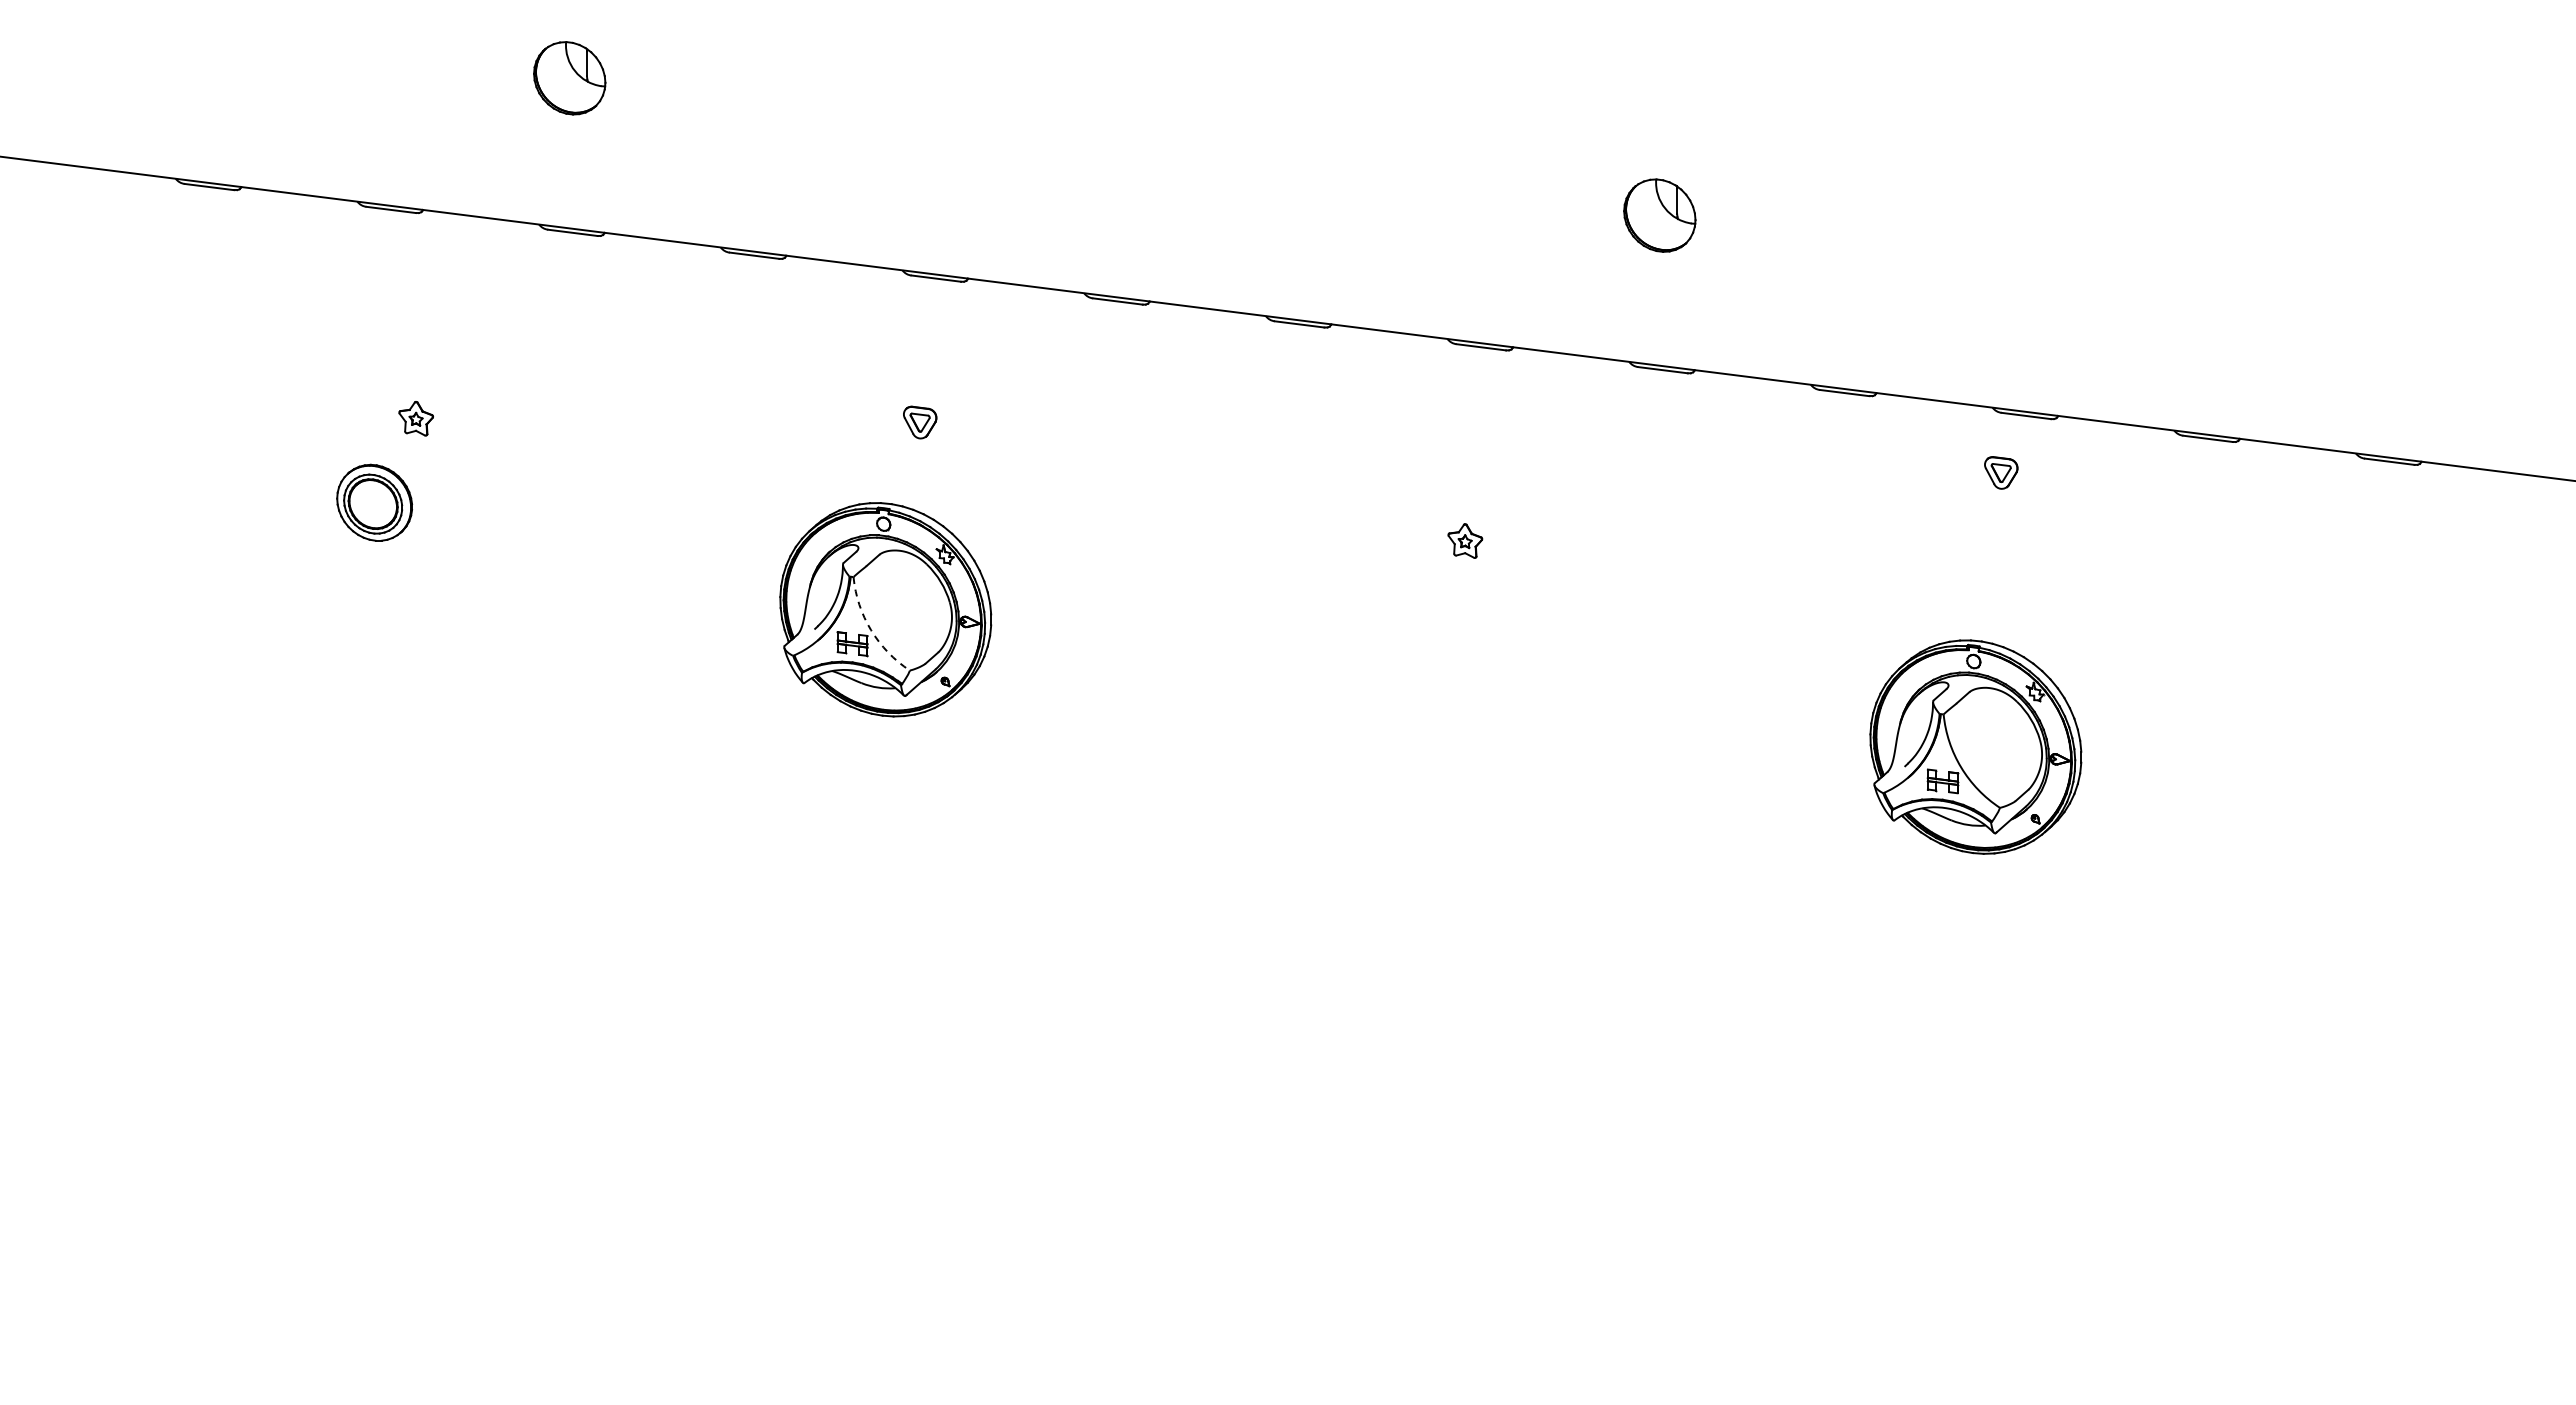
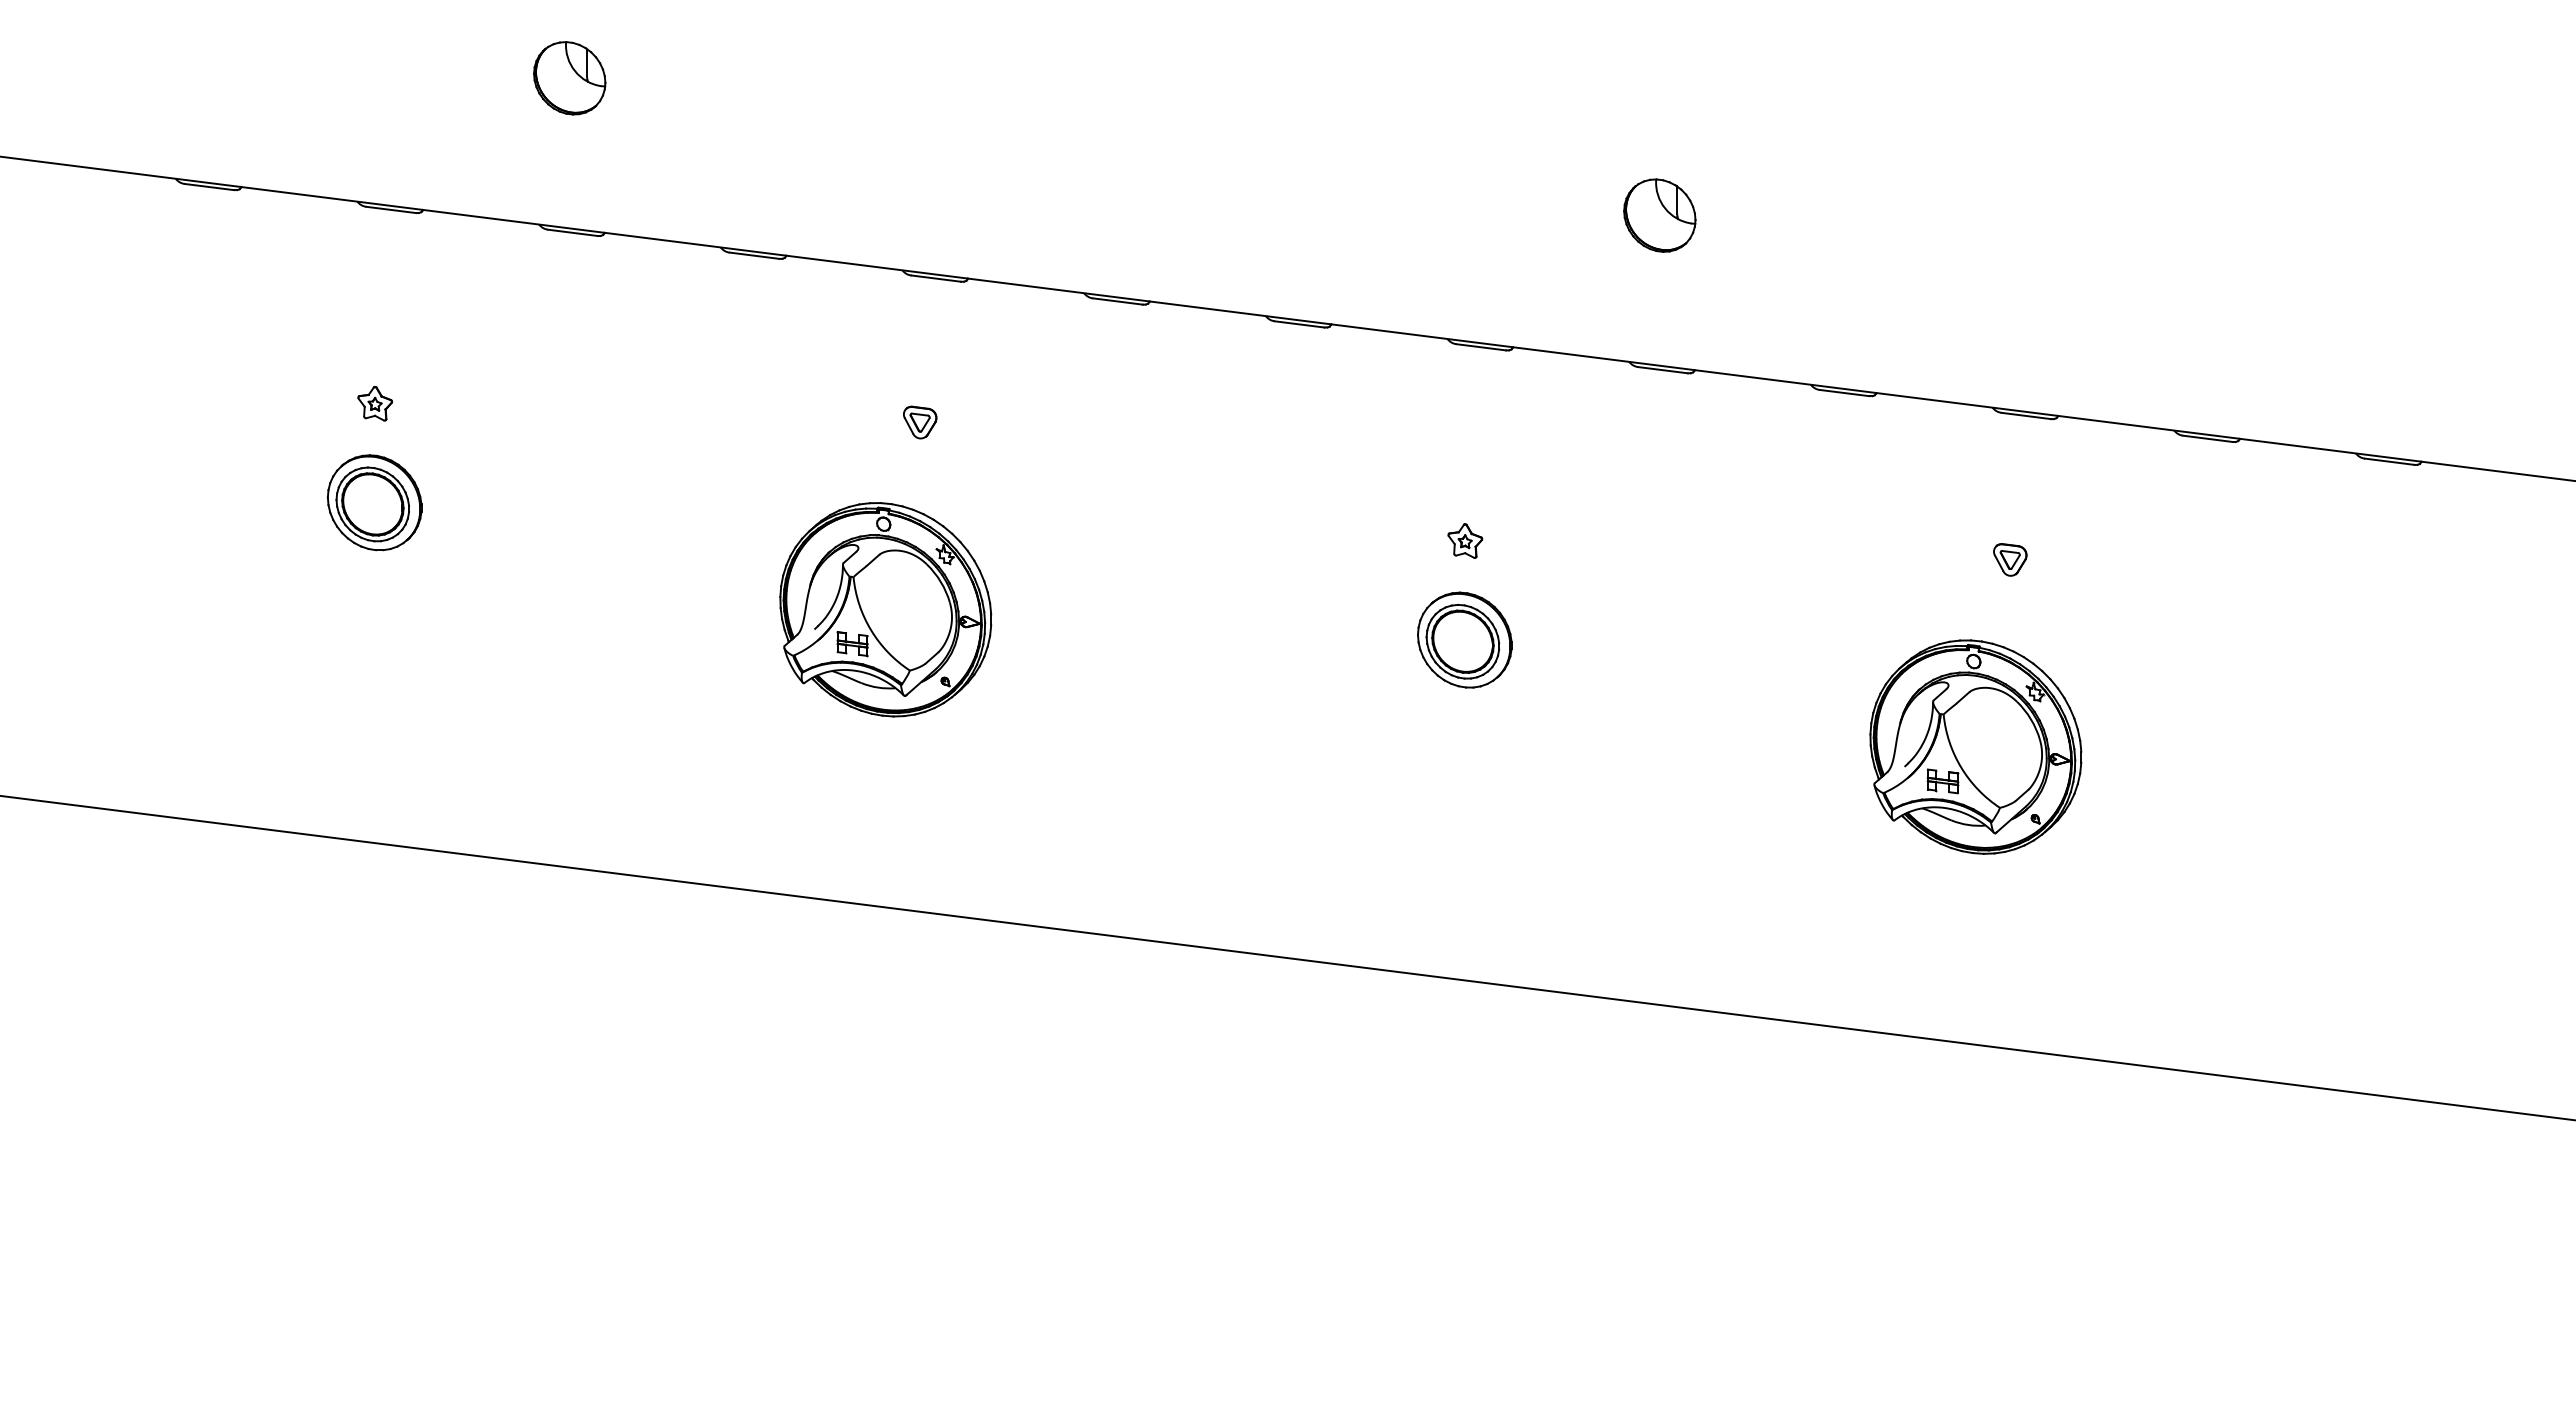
part at (415, 418) position: (415, 418) -> (374, 403)
part at (2001, 472) position: (2001, 472) -> (2010, 559)
part at (374, 502) size: 78x79 px -> 97x98 px
arc at (871, 630): dashed -> solid
part at (1464, 639): none -> present
line at (1287, 958): none -> present
